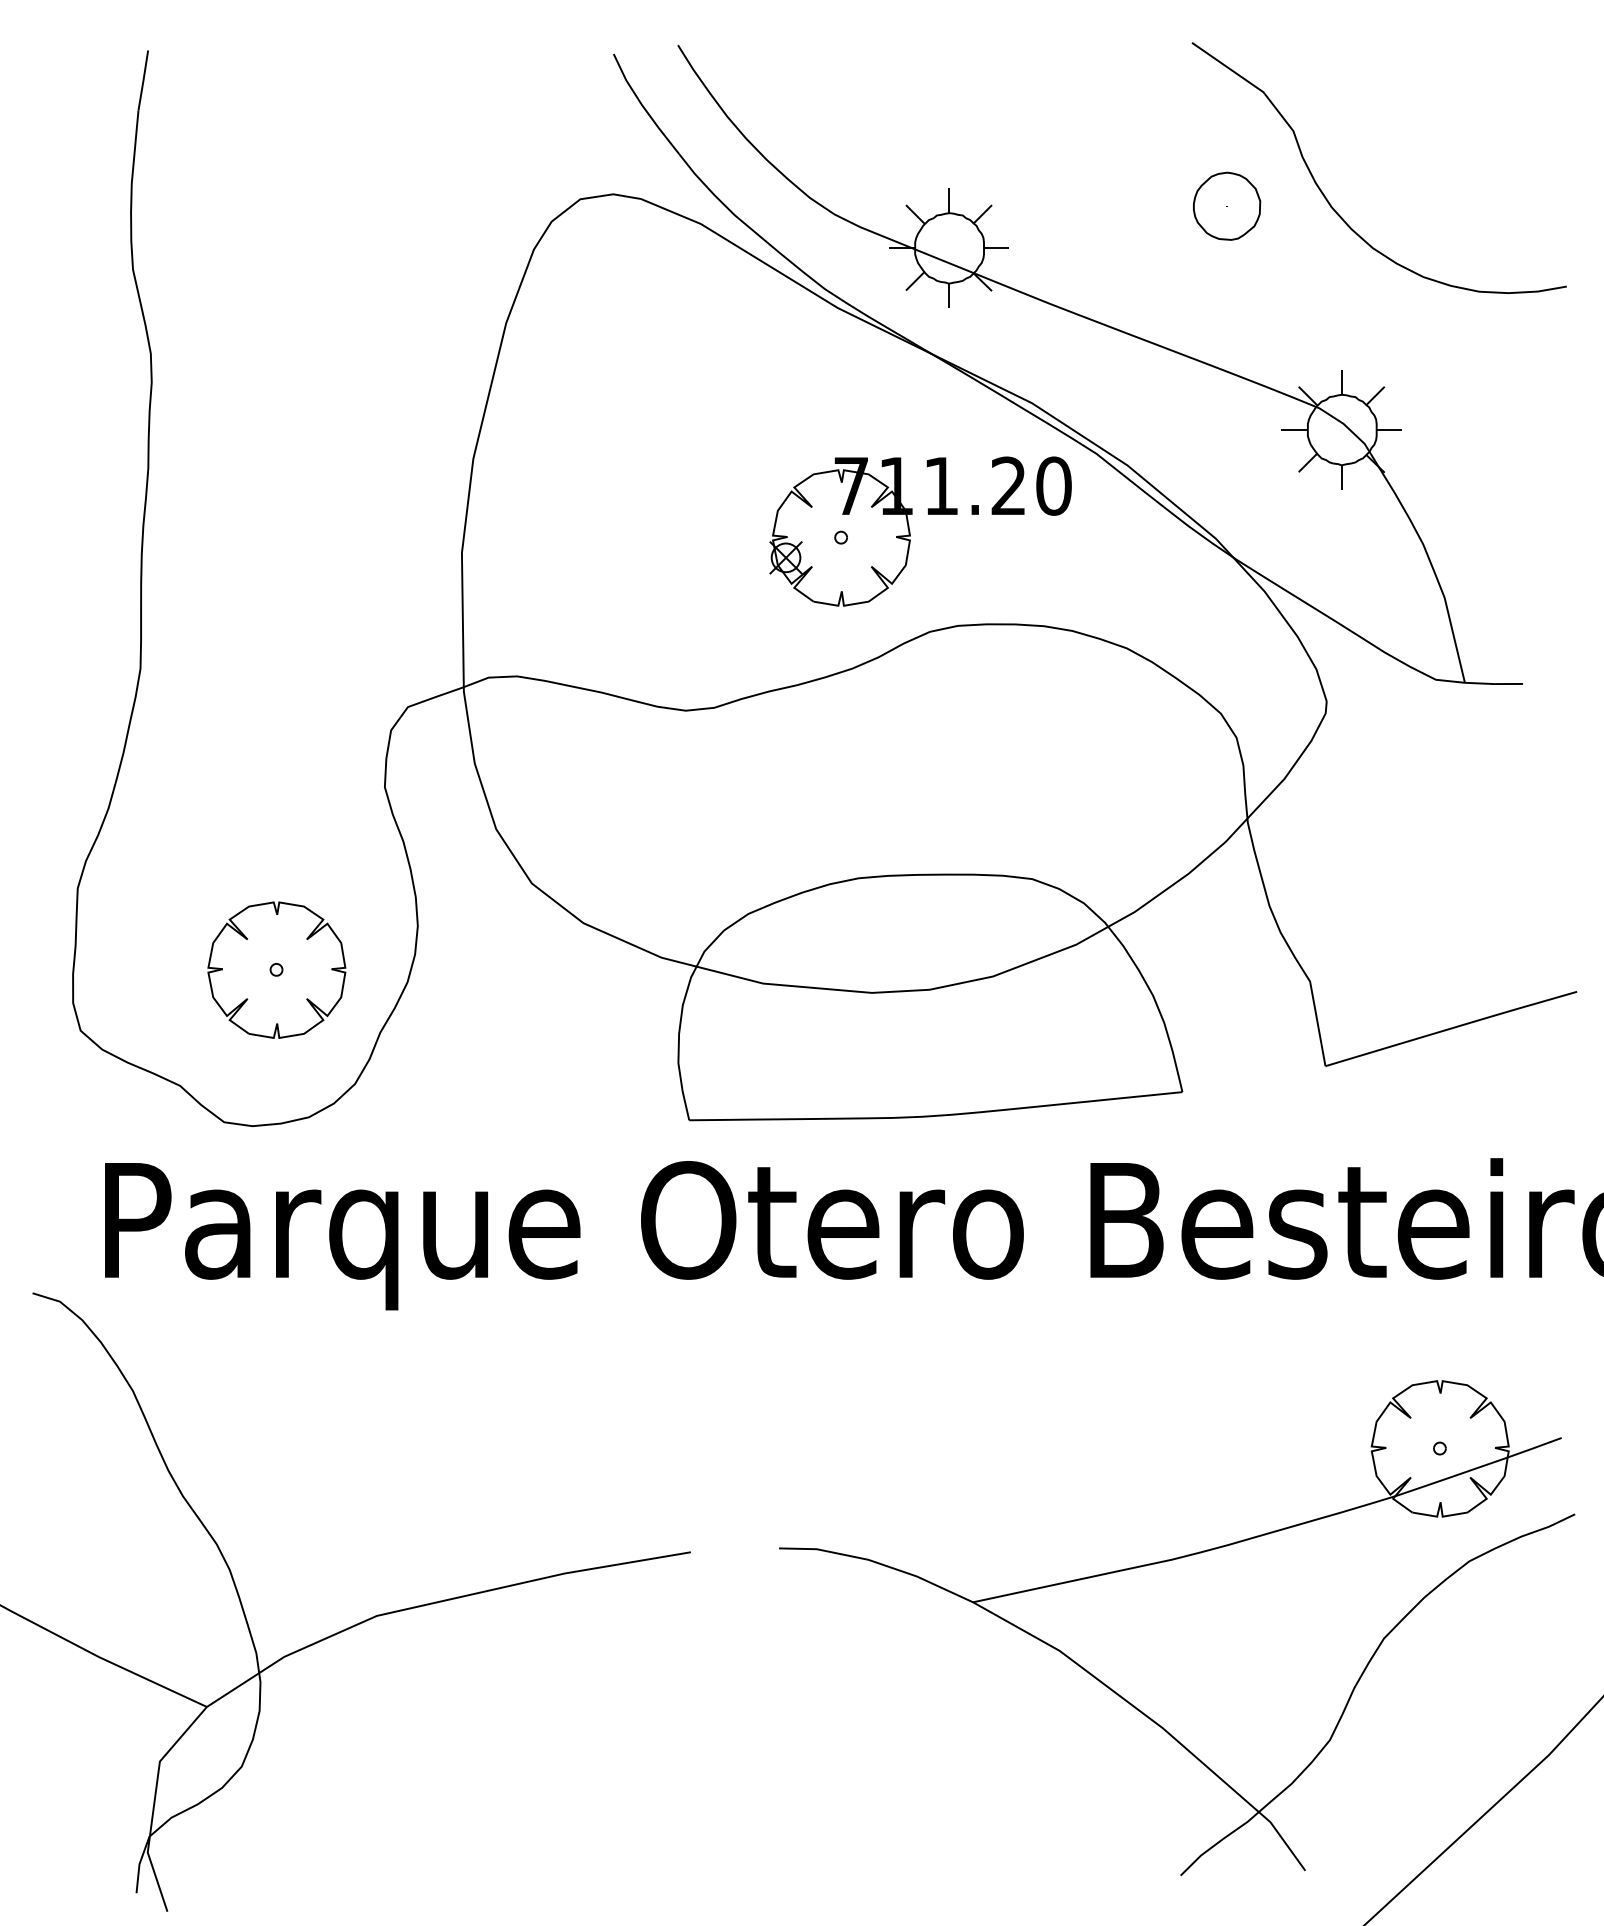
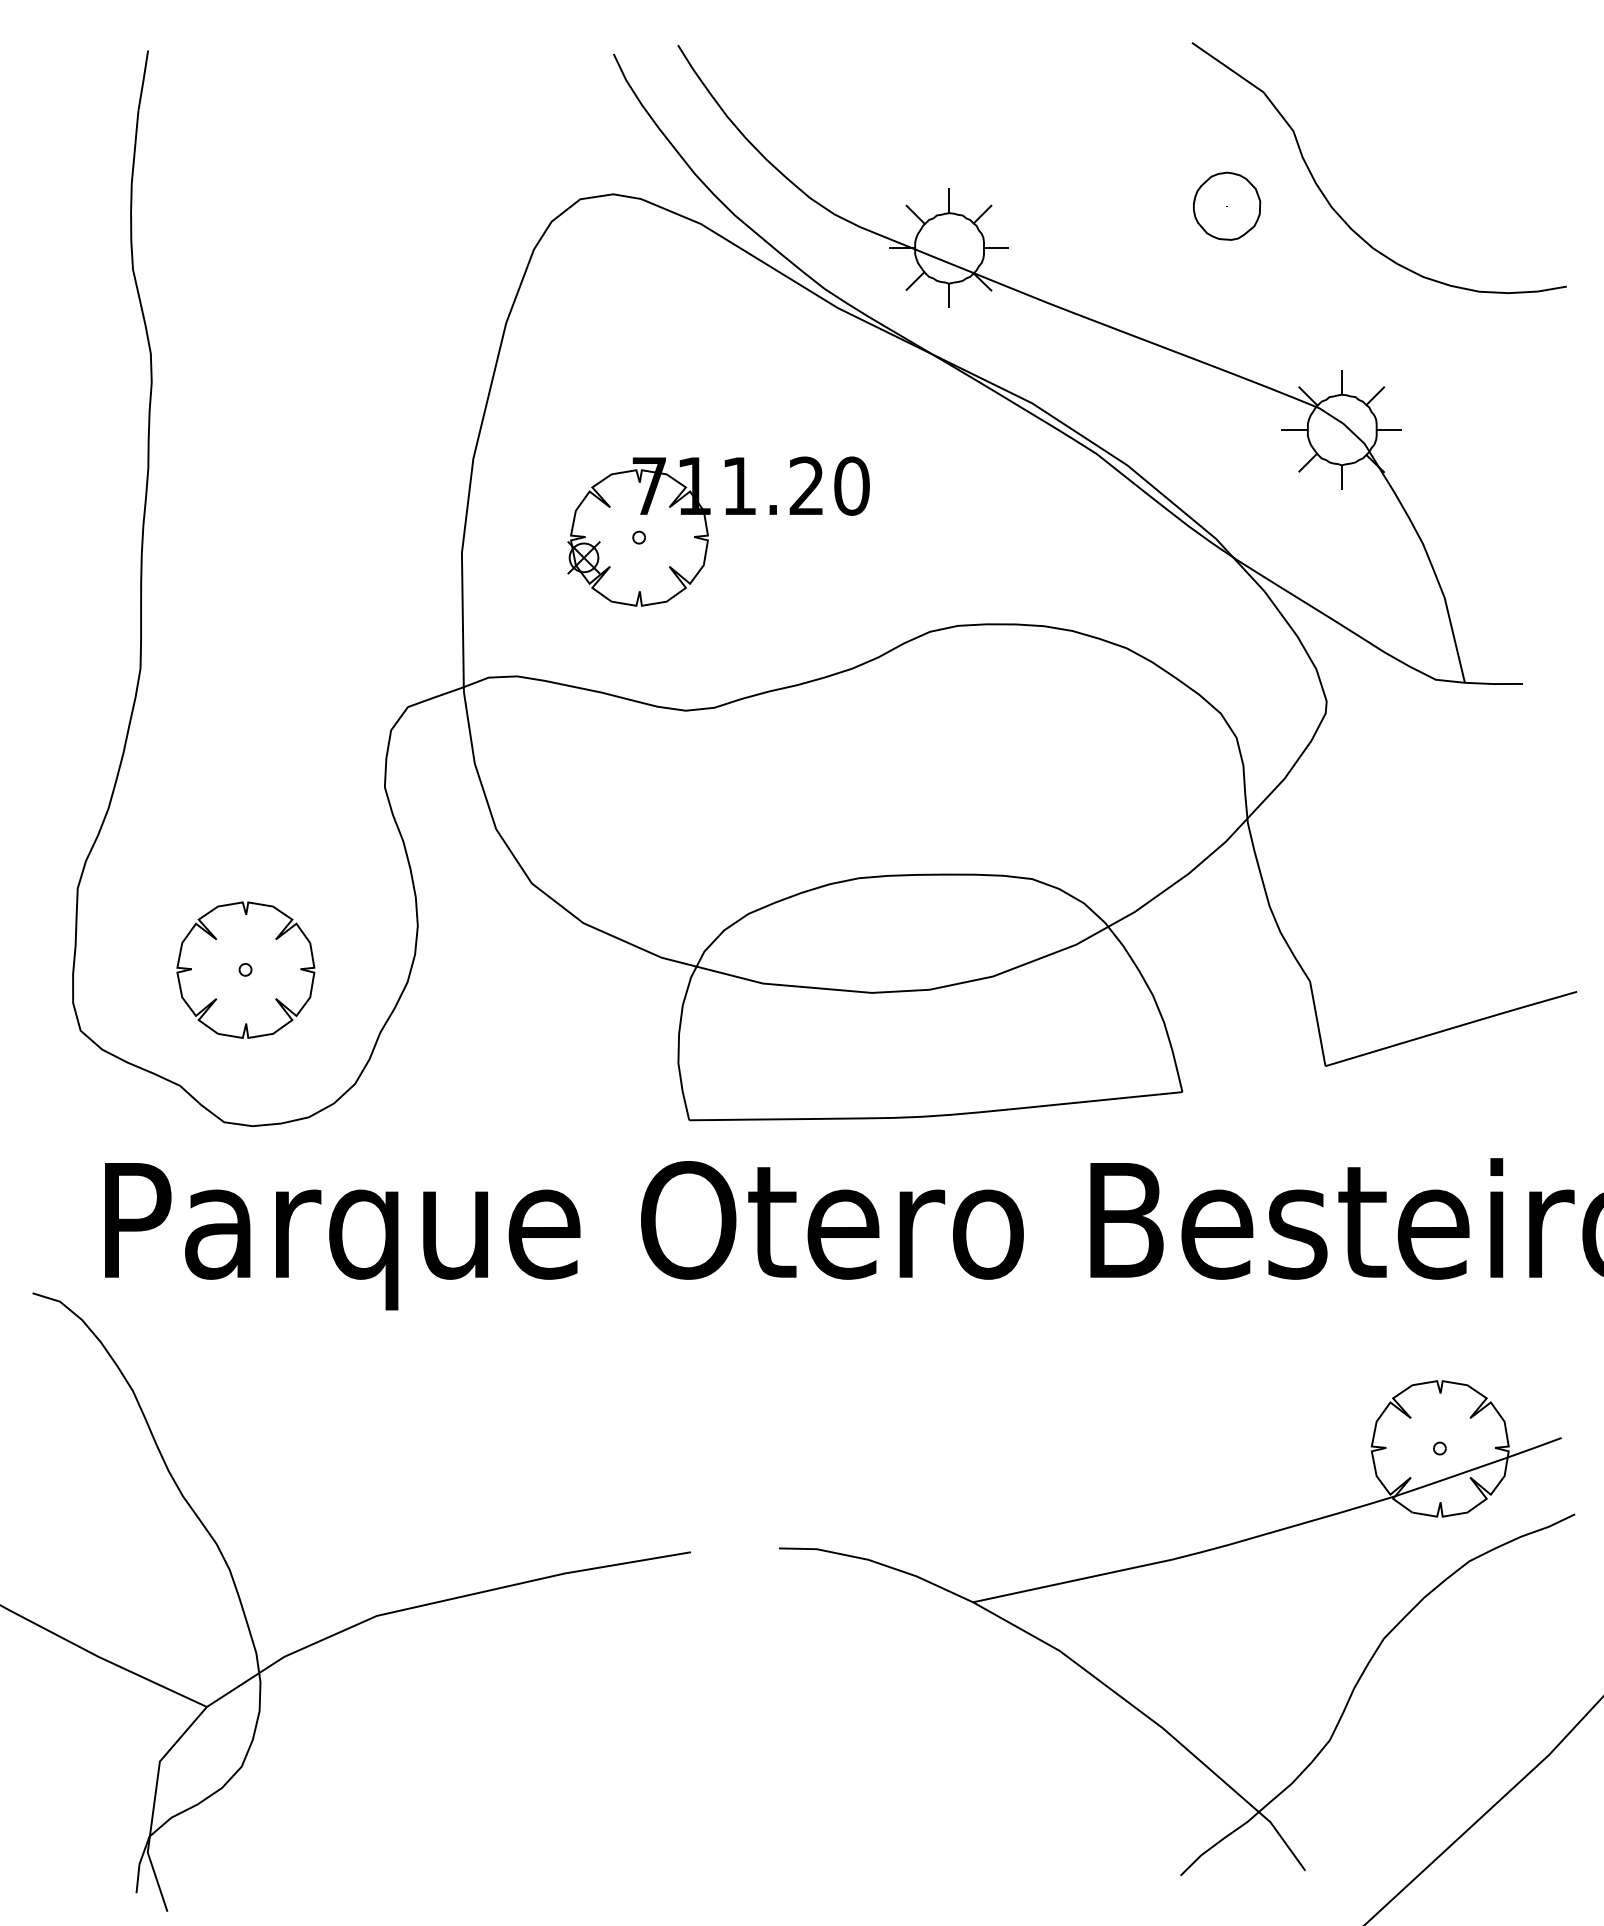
part at (910, 531) position: (910, 531) -> (708, 531)
part at (276, 969) position: (276, 969) -> (245, 969)
